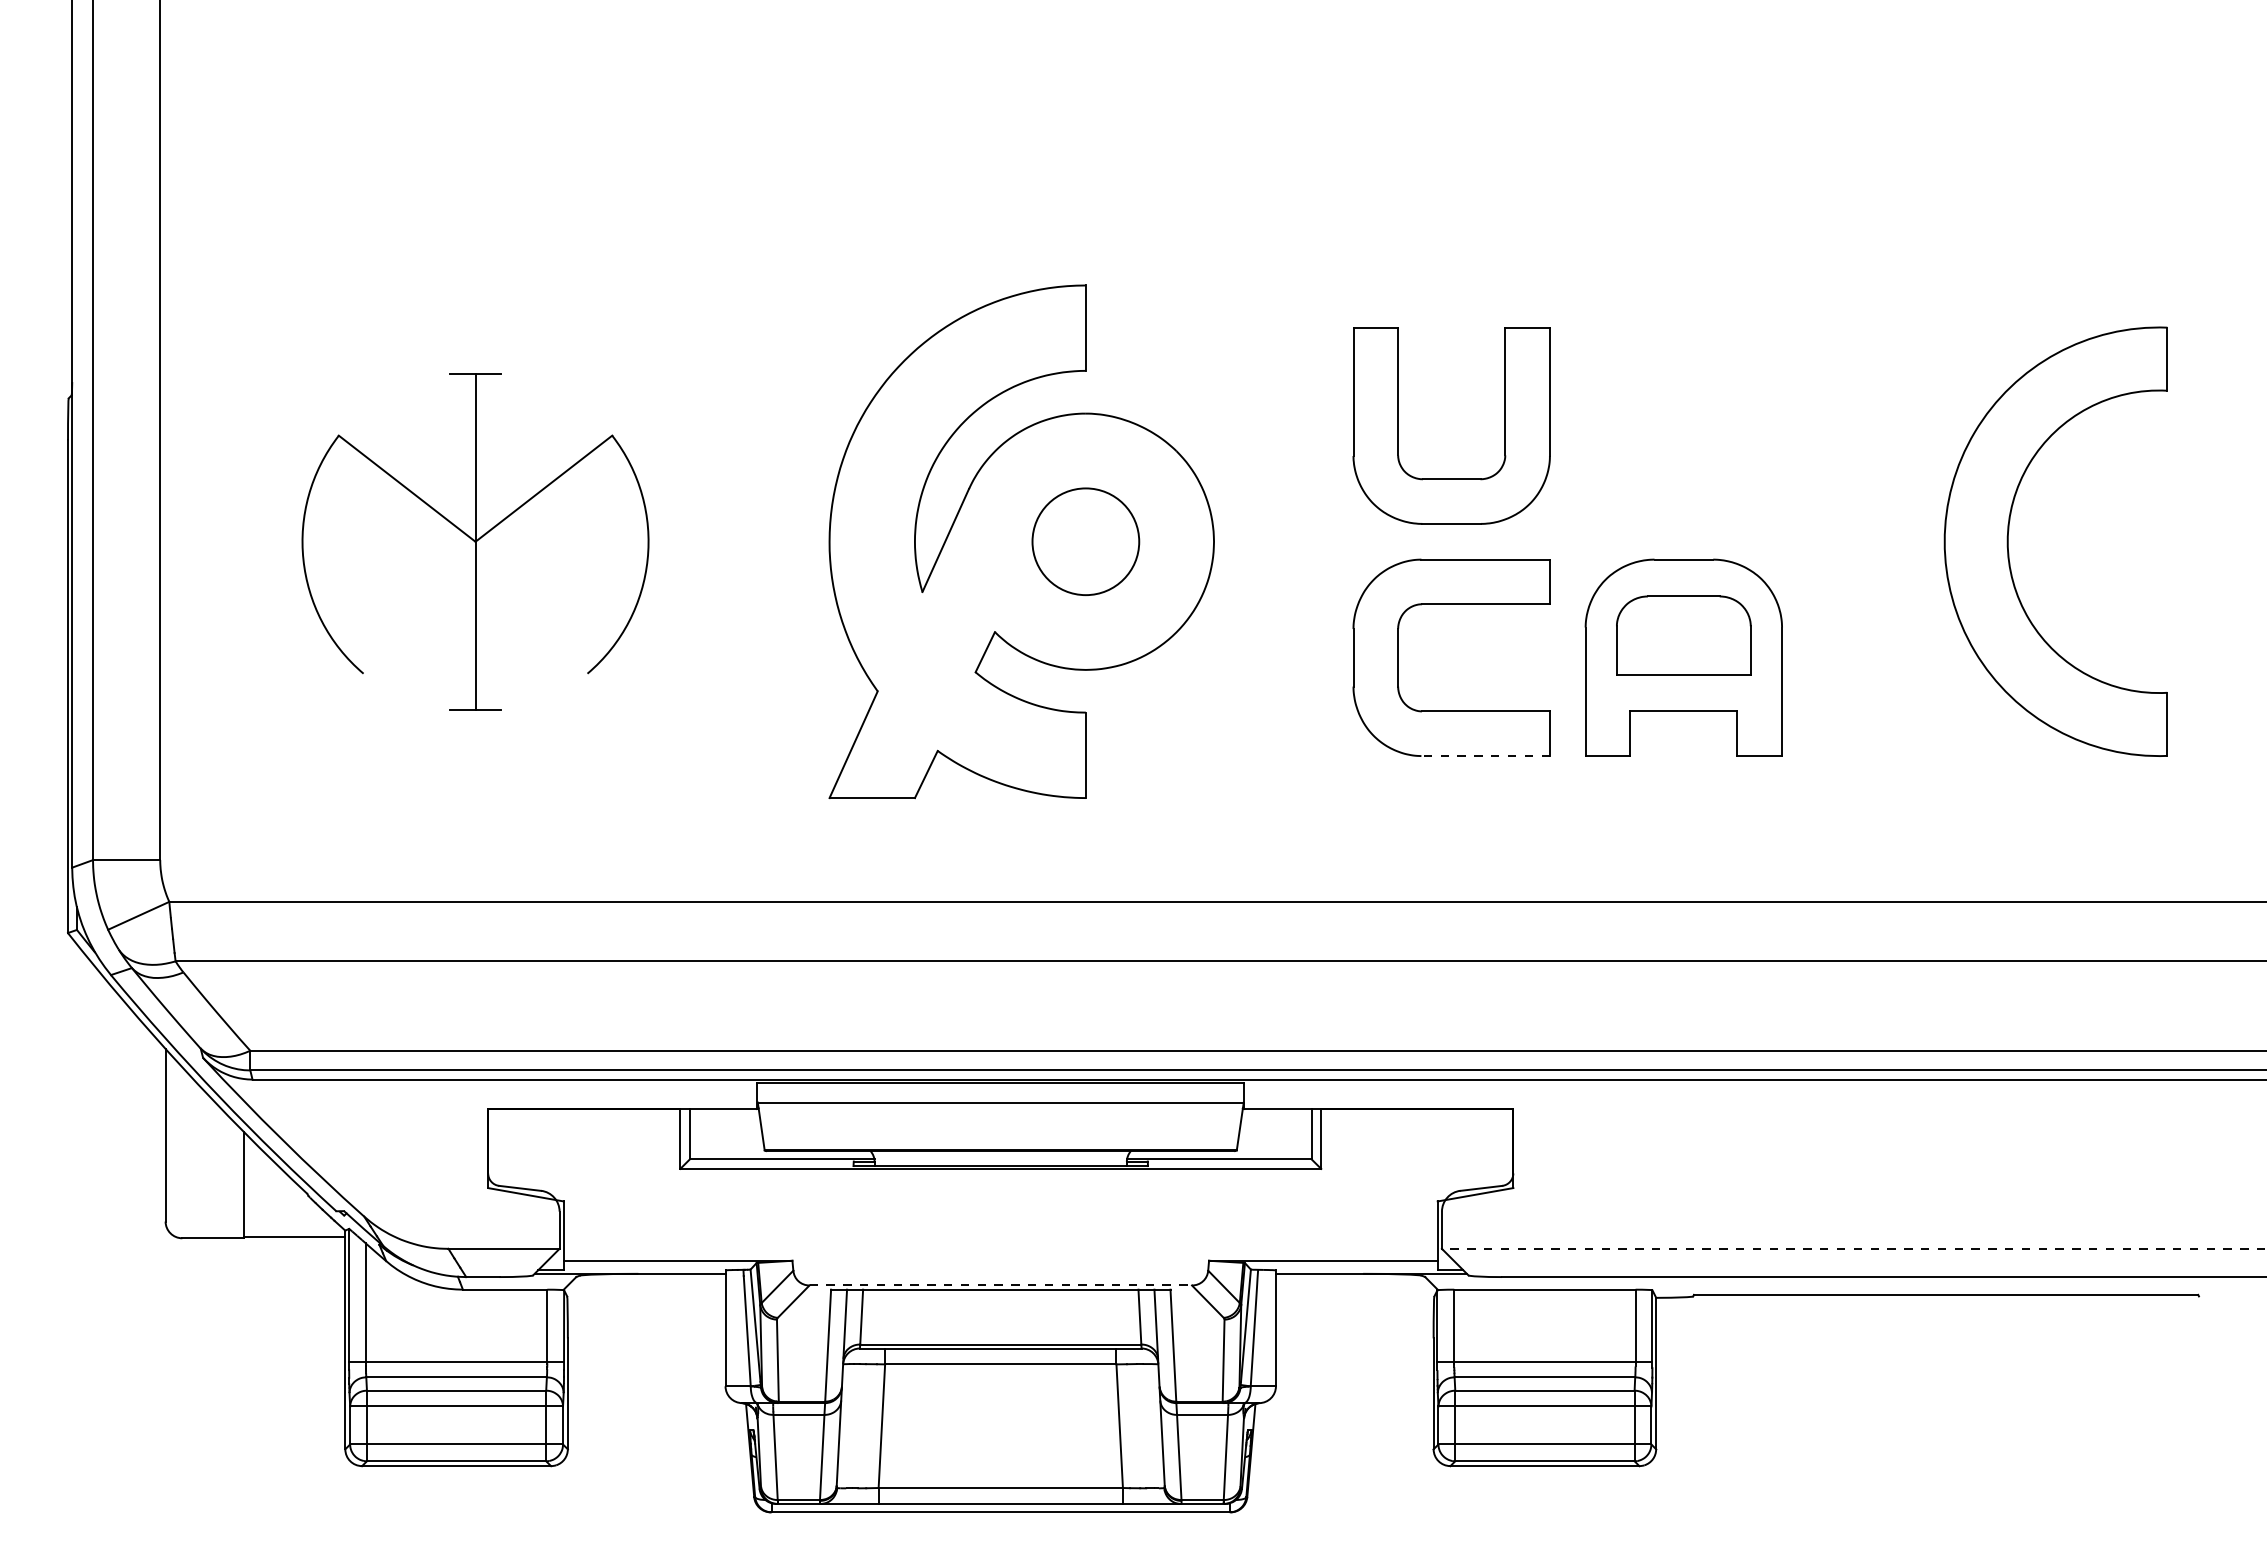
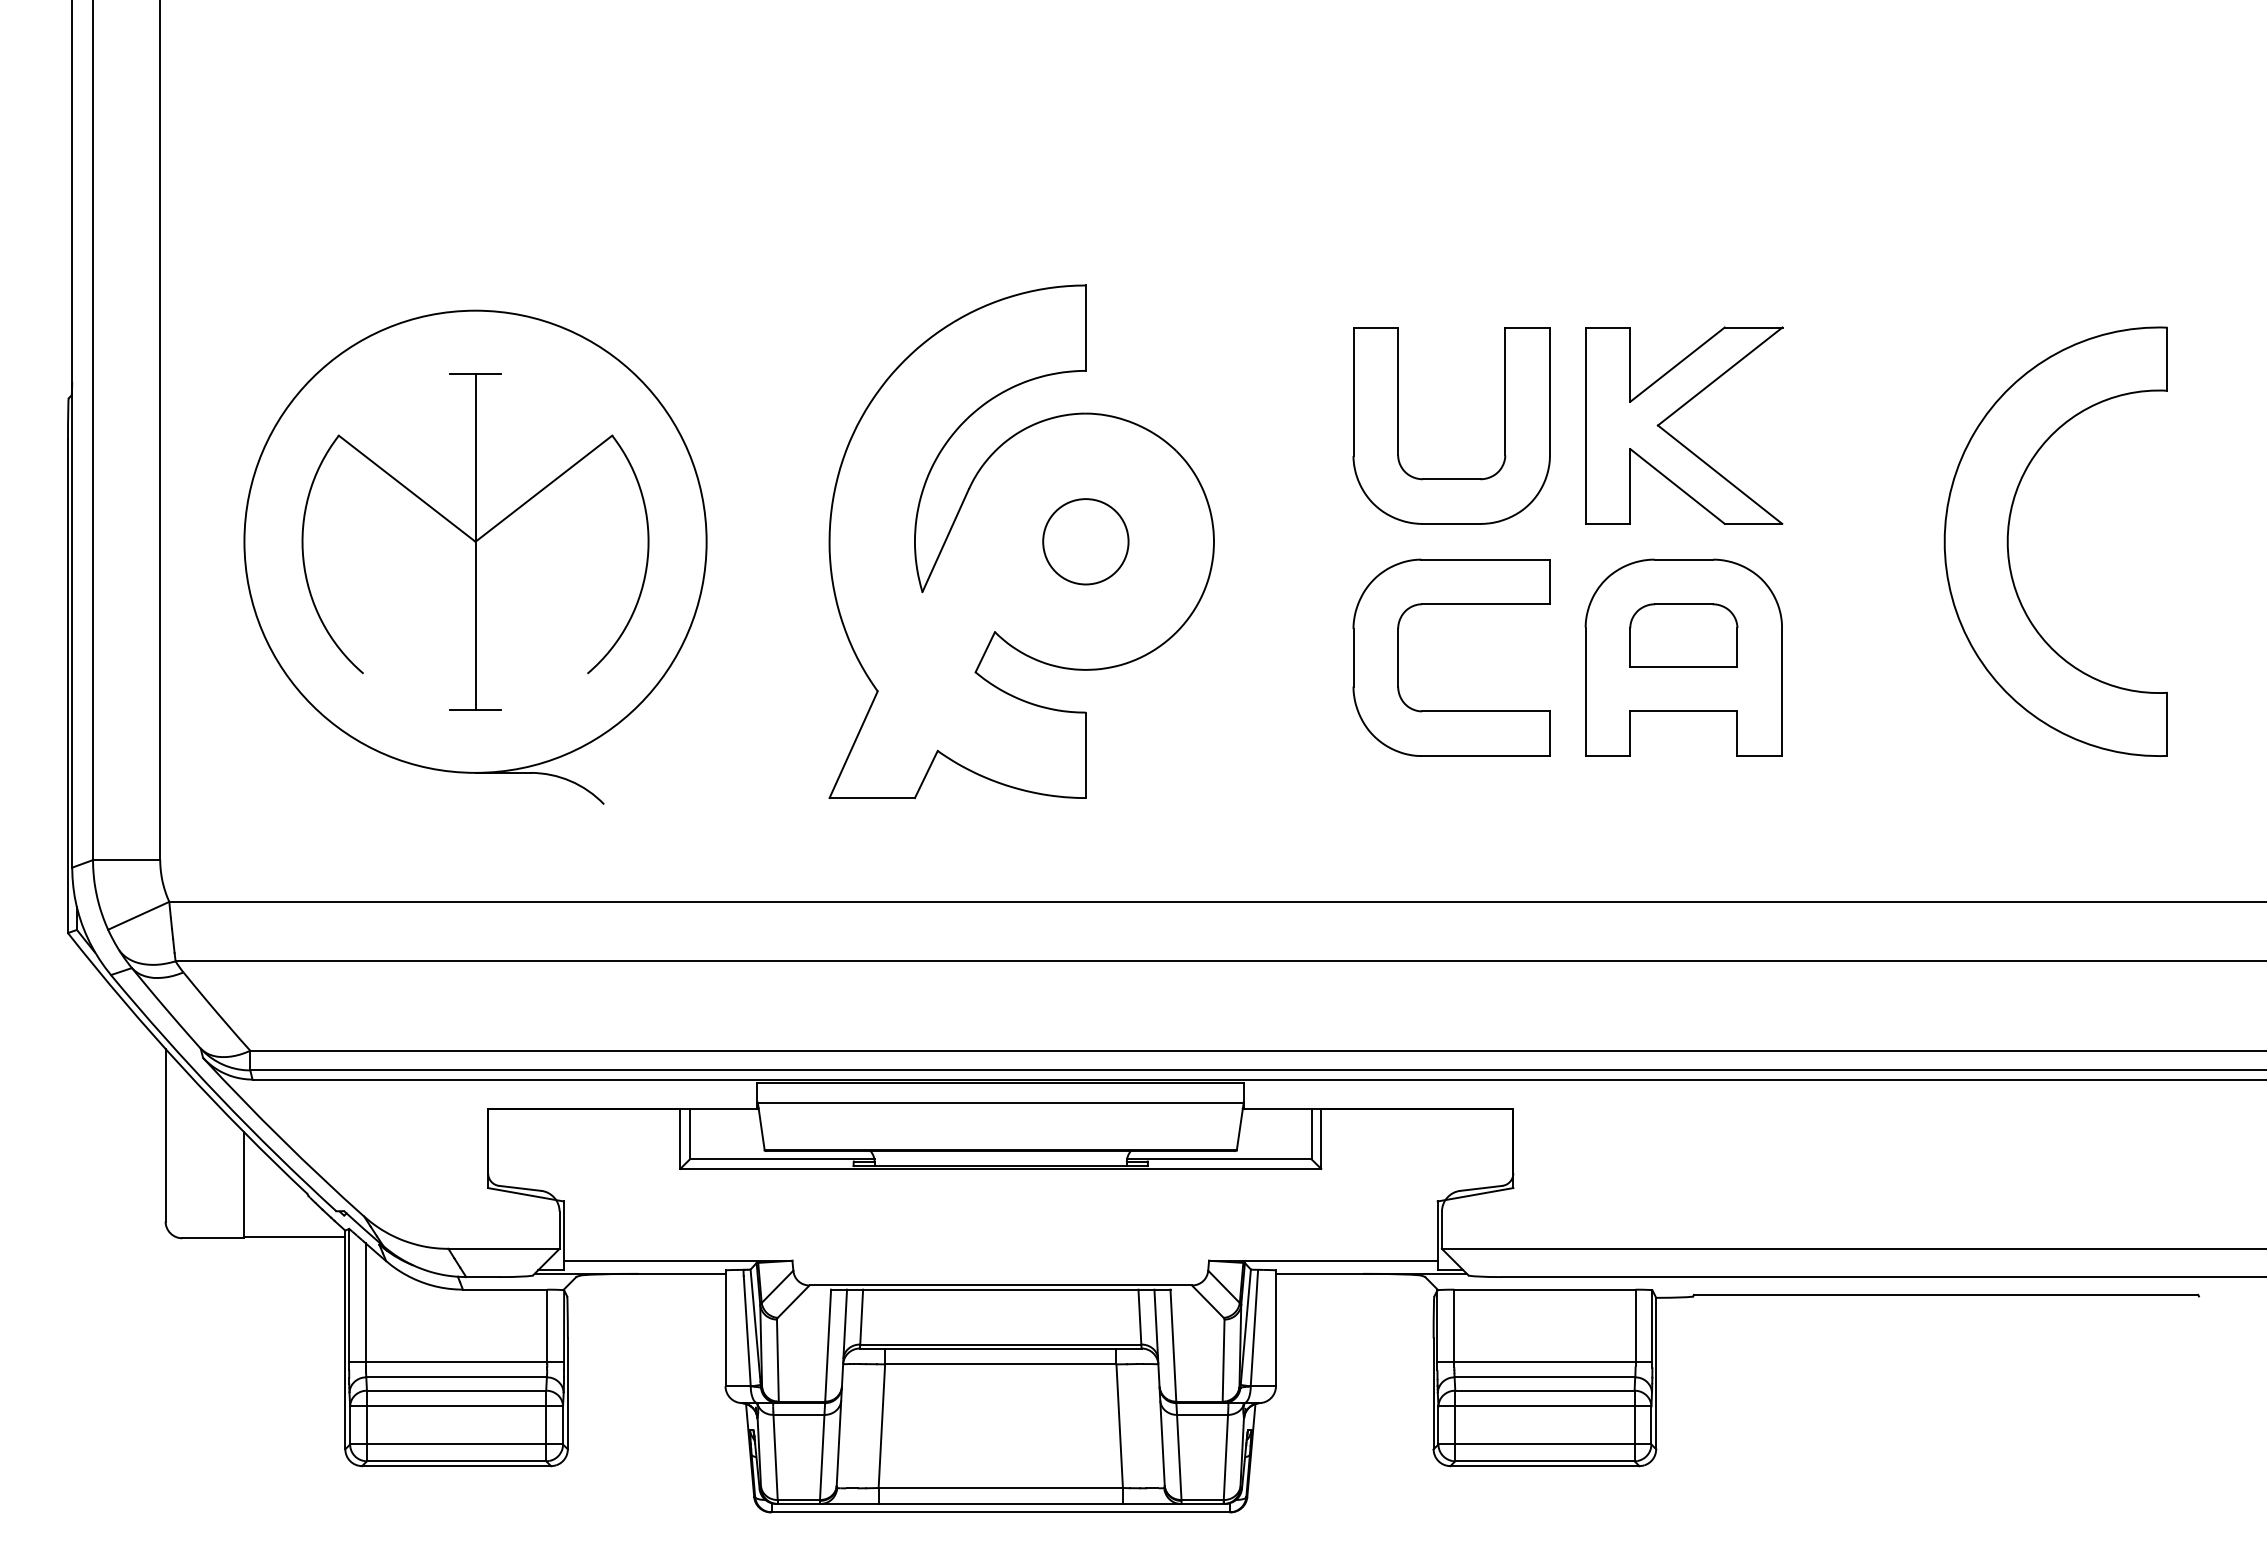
part at (1676, 412): none -> present
circle at (1085, 541) diameter: 107 px -> 85 px
part at (475, 556): none -> present
part at (1683, 635) size: 136x81 px -> 110x65 px
line at (1485, 756): dashed -> solid
line at (1853, 1248): dashed -> solid
line at (1001, 1285): dashed -> solid
